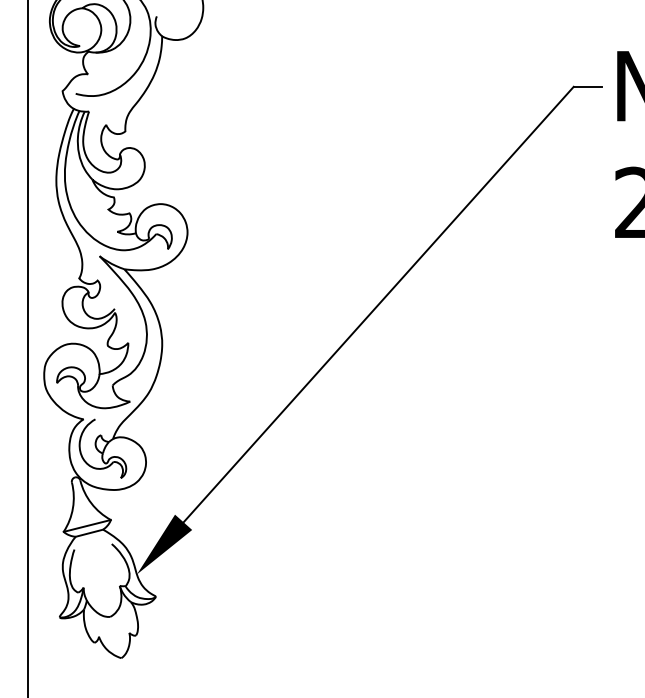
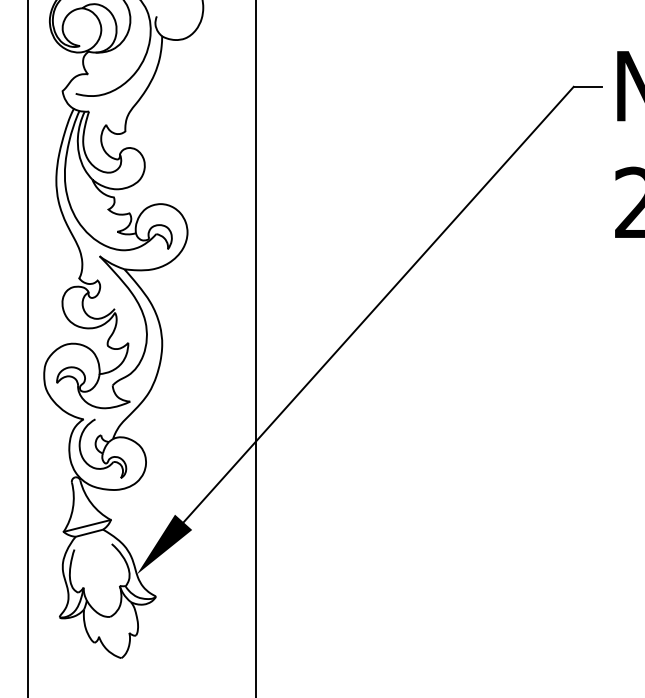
line at (255, 348): none -> present
